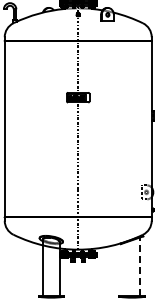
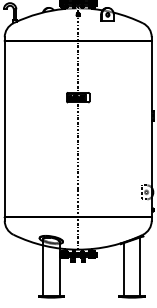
line at (140, 266): dashed -> solid
line at (123, 269): none -> present
